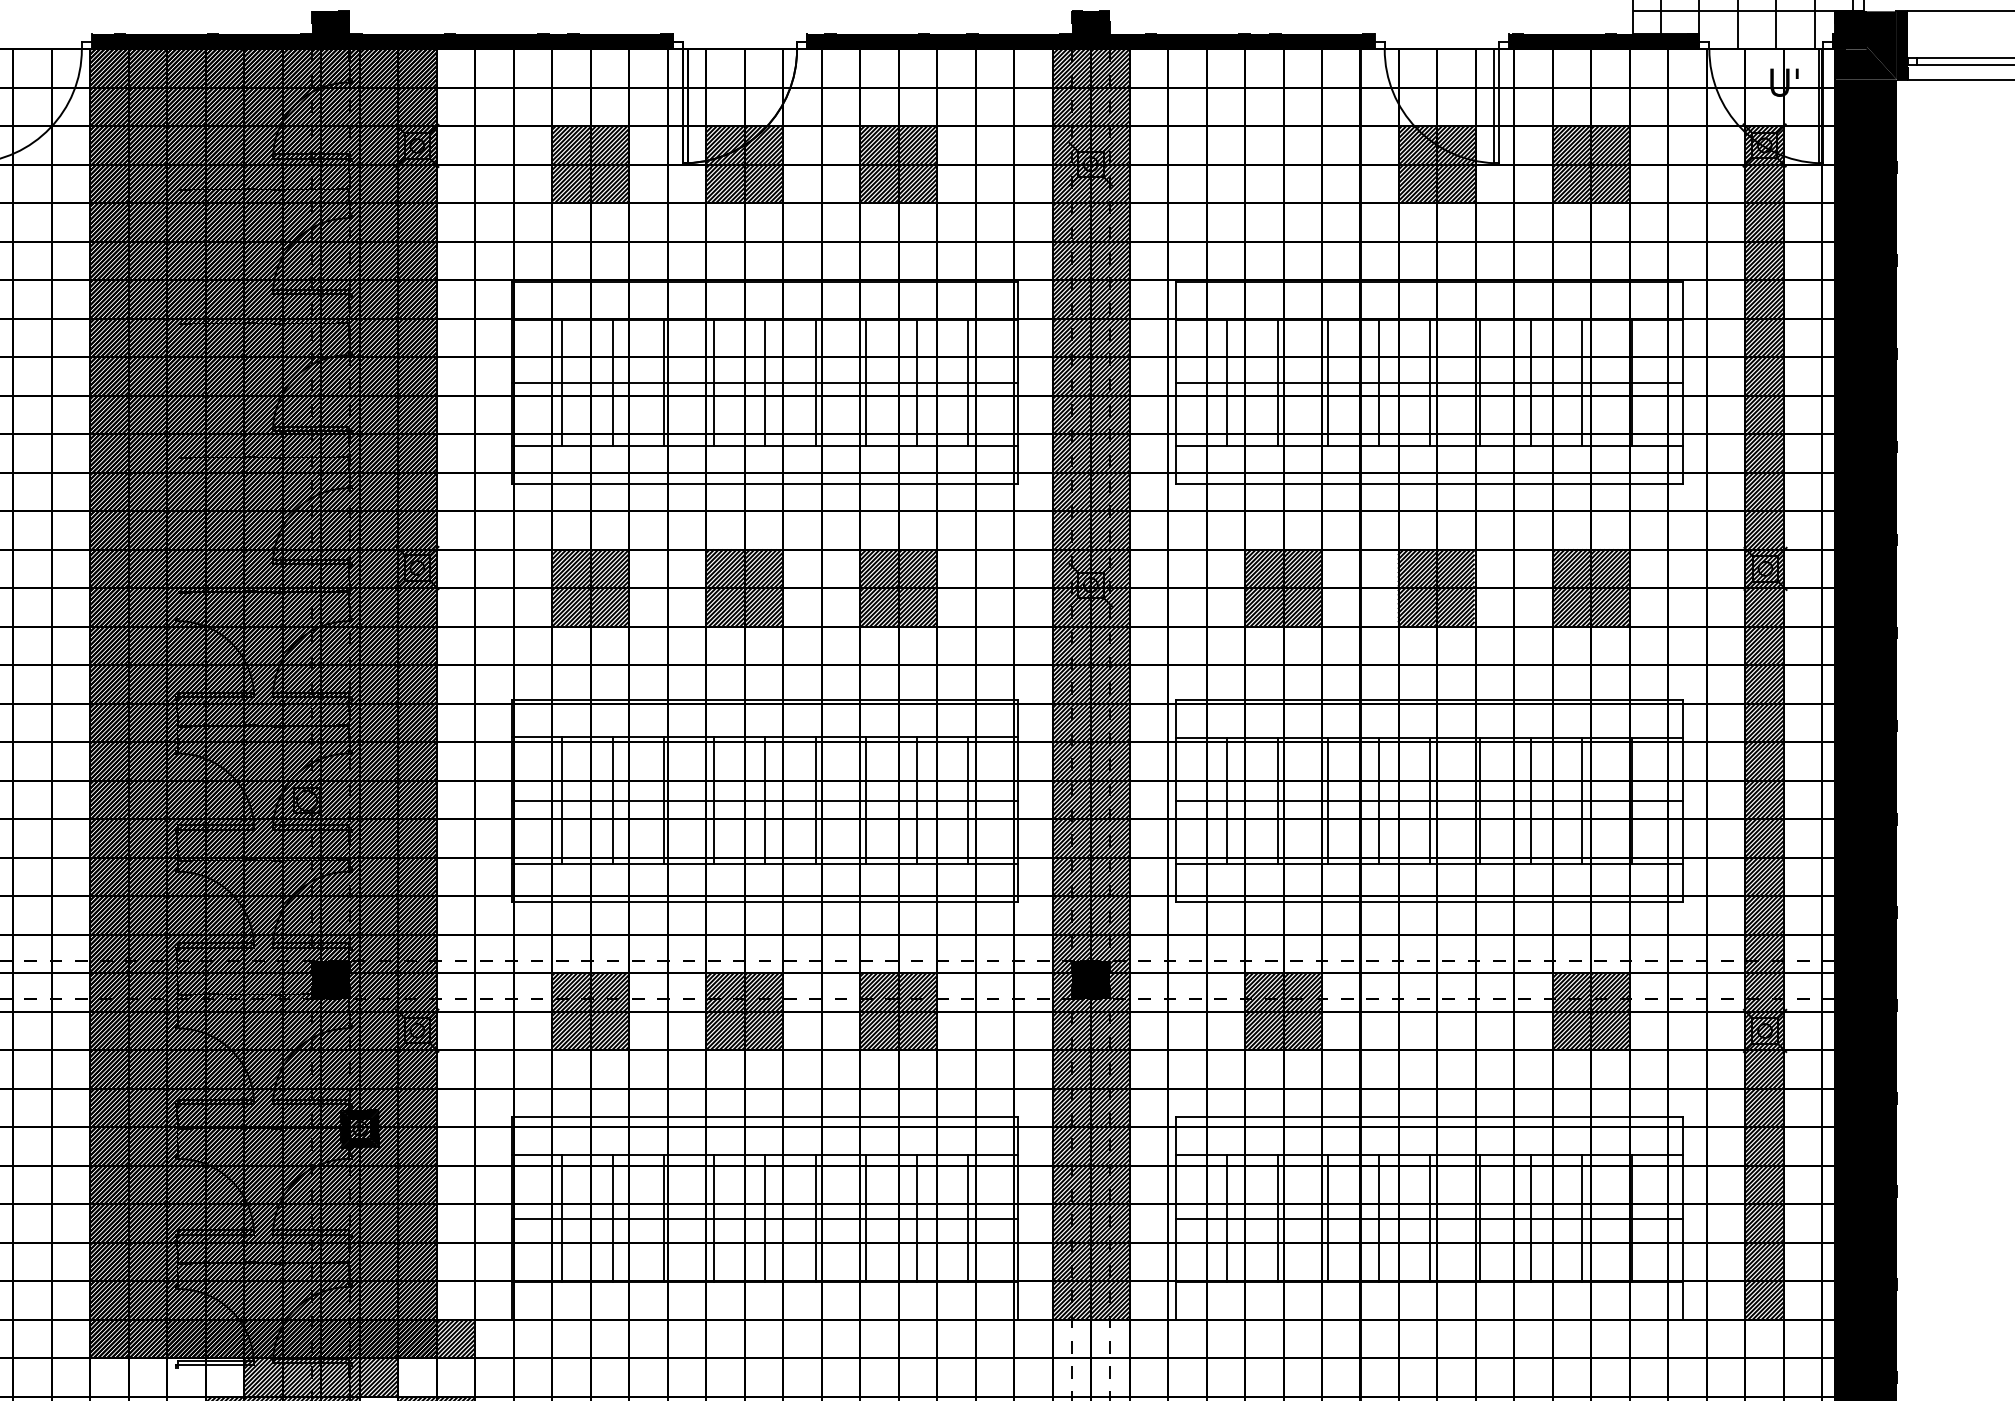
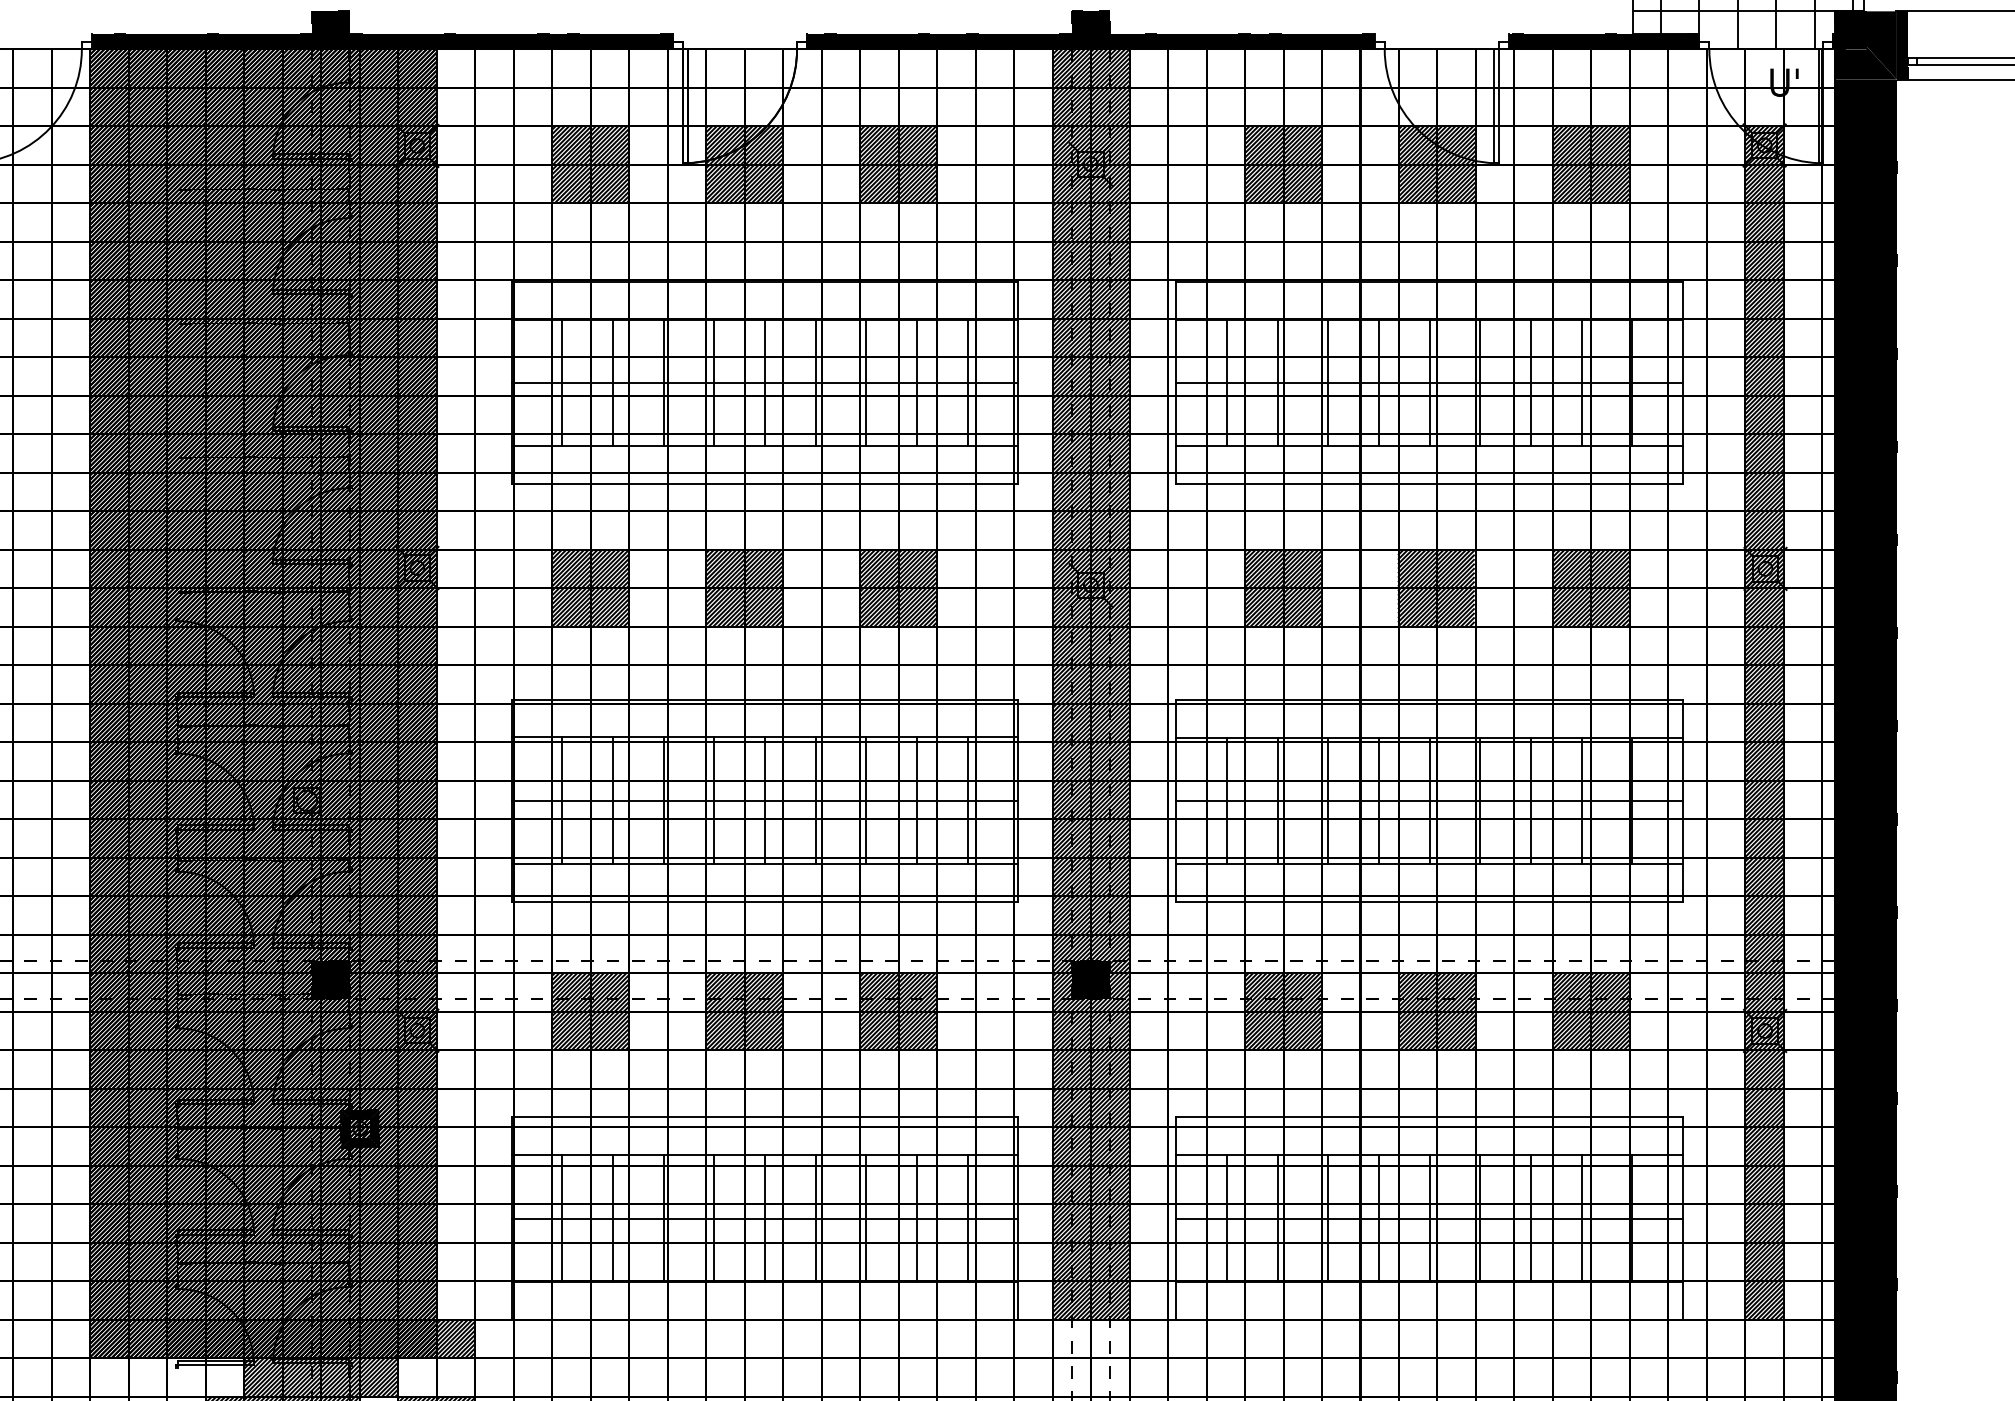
hatch at (1283, 164): none -> present
hatch at (1437, 1011): none -> present
